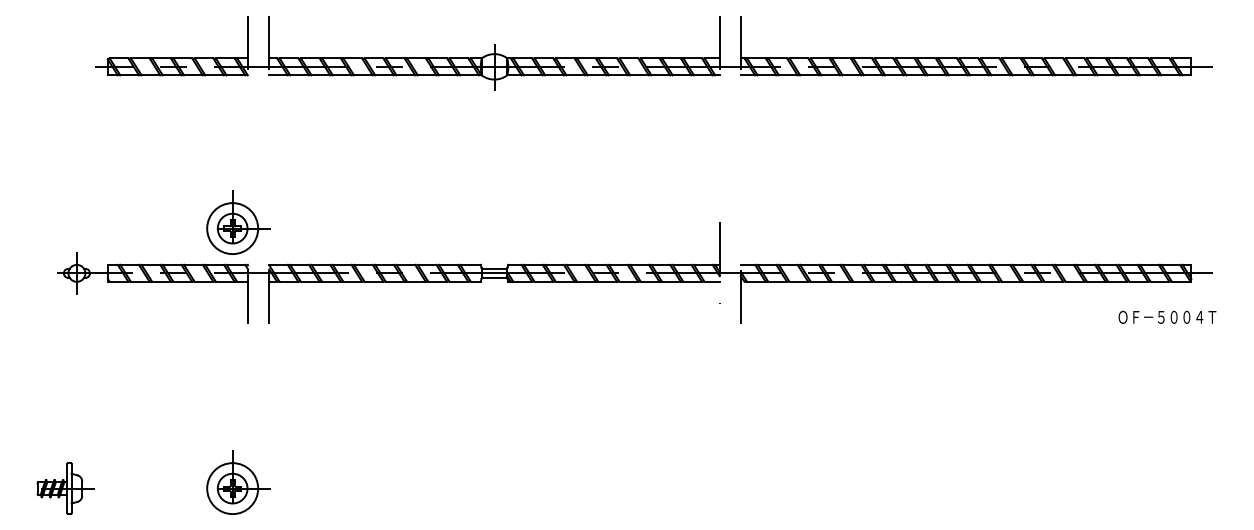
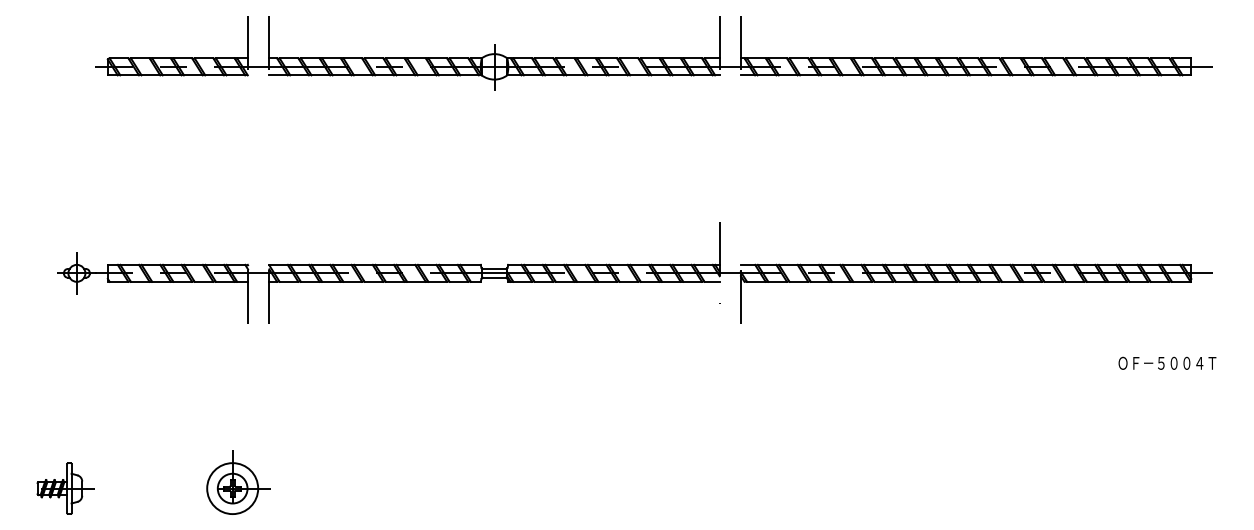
part at (238, 222): present -> none
text at (1167, 316) position: (1167, 316) -> (1167, 362)
